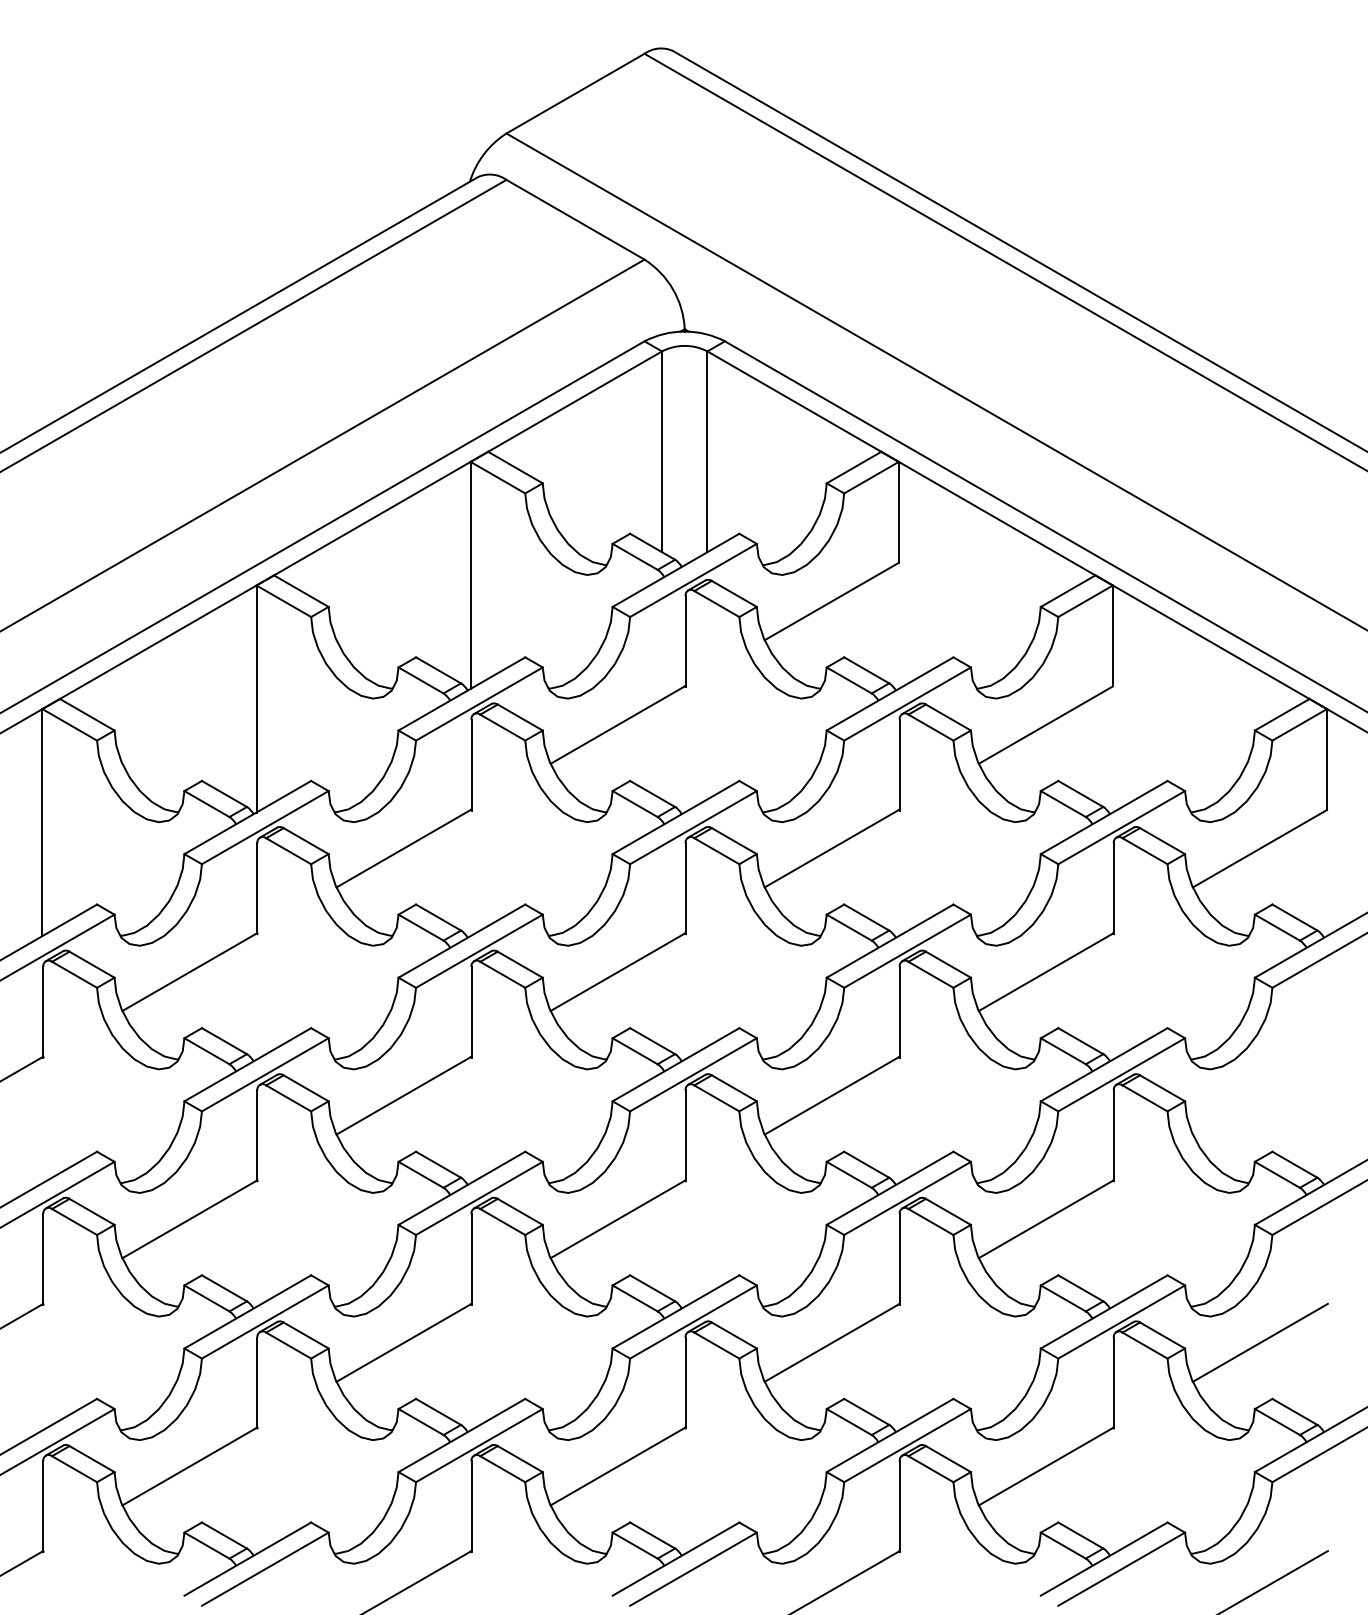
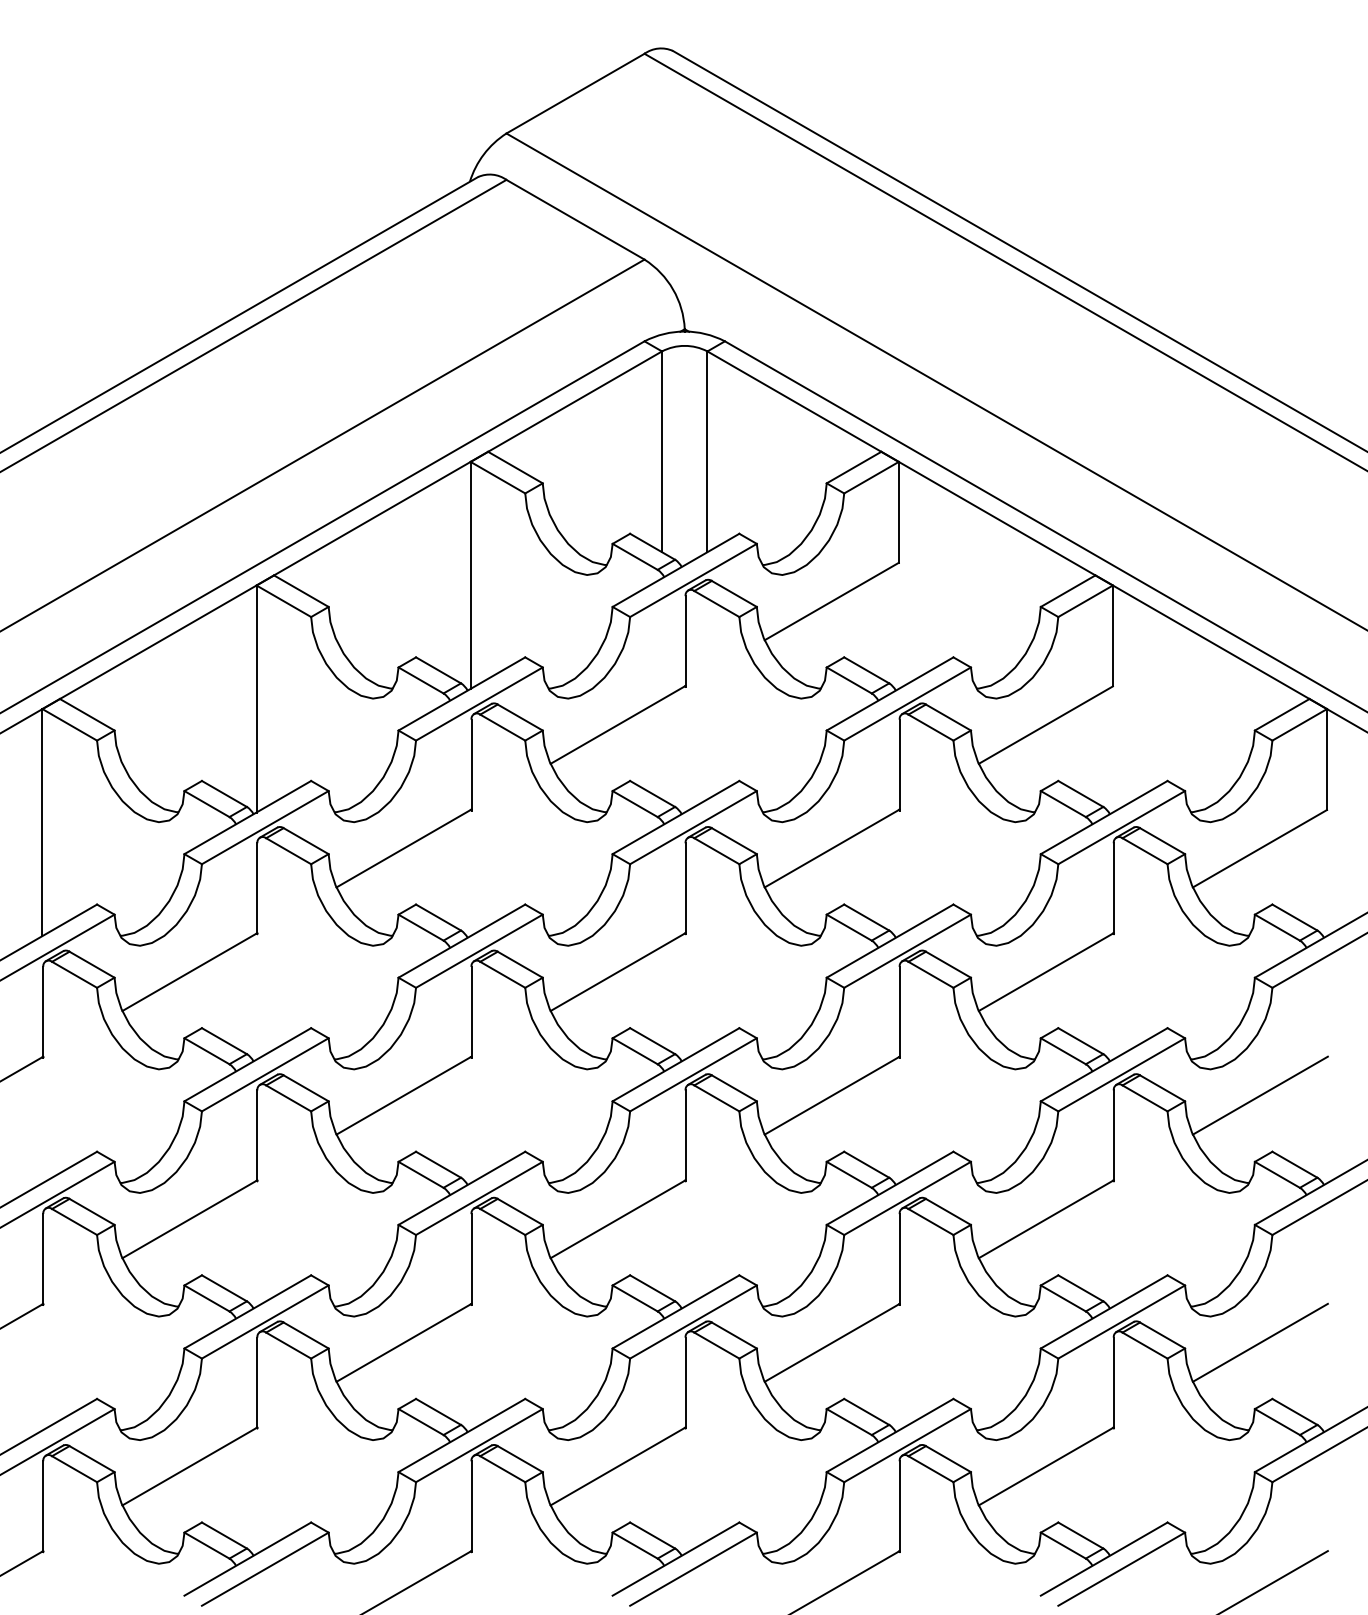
line at (1259, 1095): none -> present
